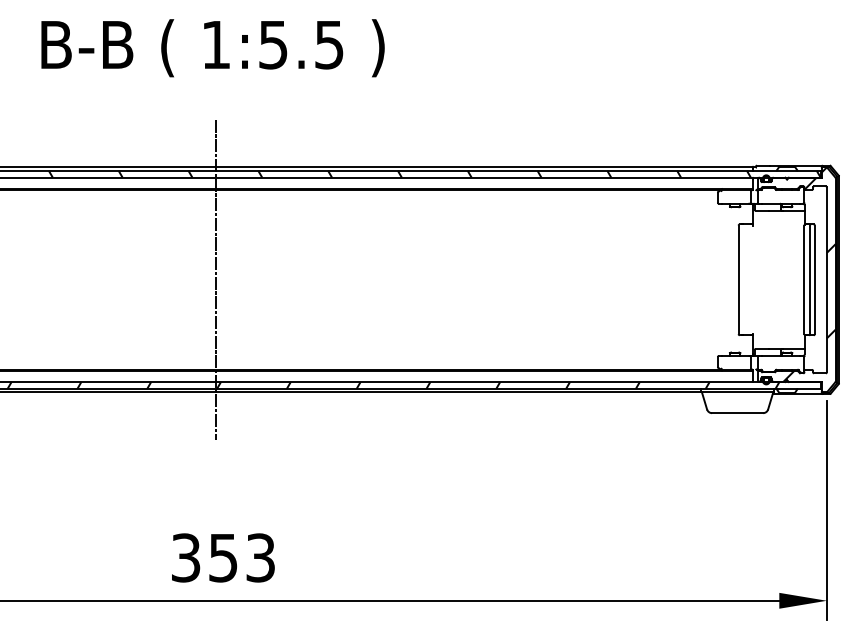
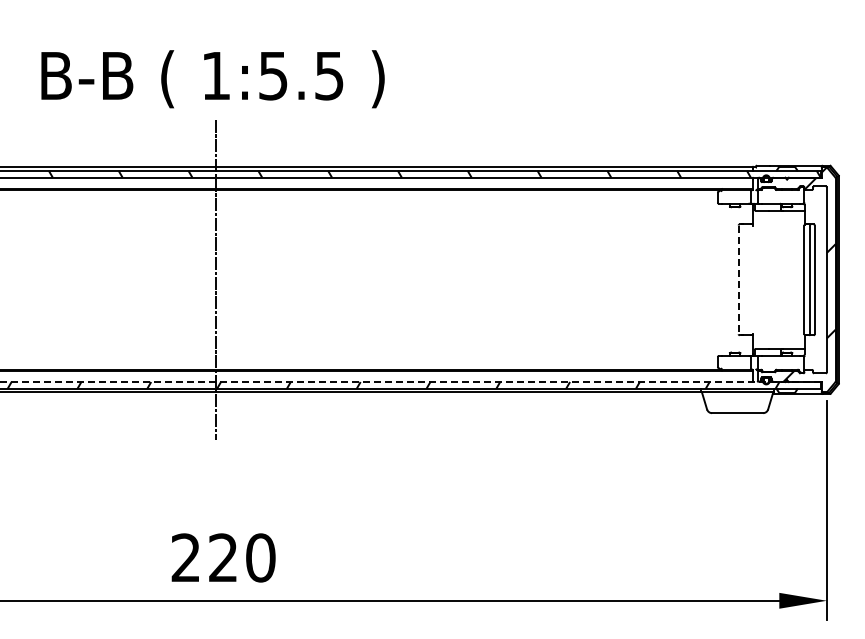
text at (212, 48) position: (212, 48) -> (212, 79)
line at (738, 280): solid -> dashed
line at (410, 382): solid -> dashed
text at (223, 557): 353 -> 220
